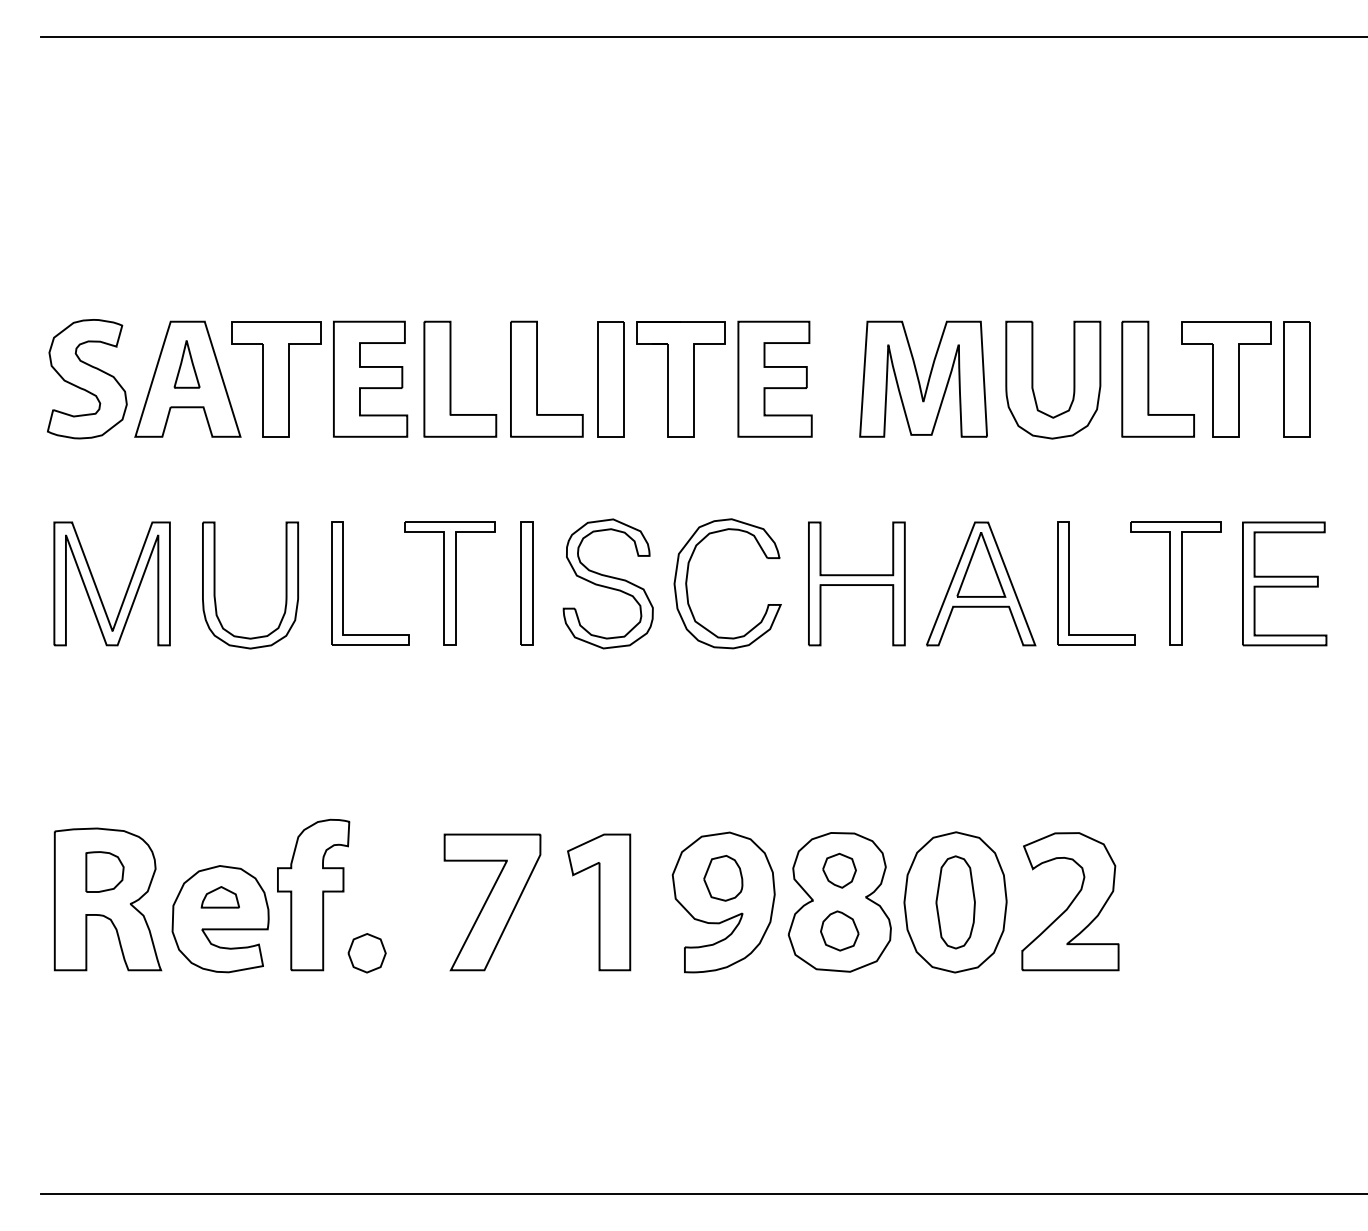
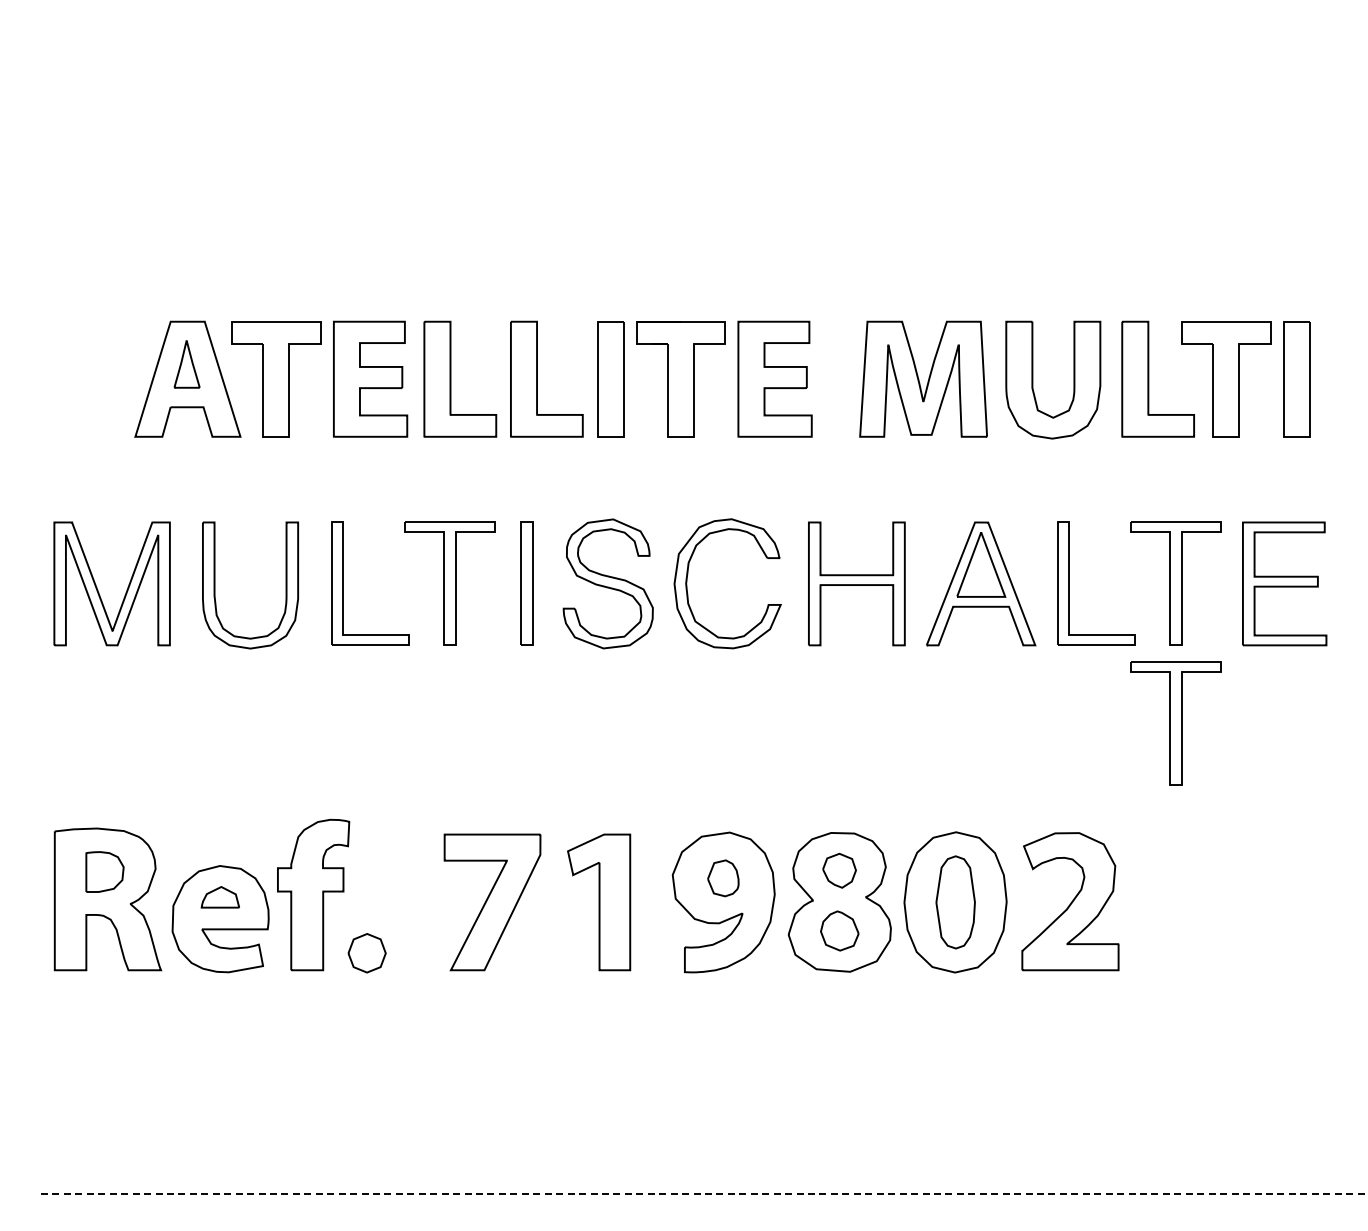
line at (702, 36): present -> none
part at (87, 379): present -> none
part at (1175, 723): none -> present
part at (723, 878) size: 41x47 px -> 33x39 px
line at (704, 1194): solid -> dashed
